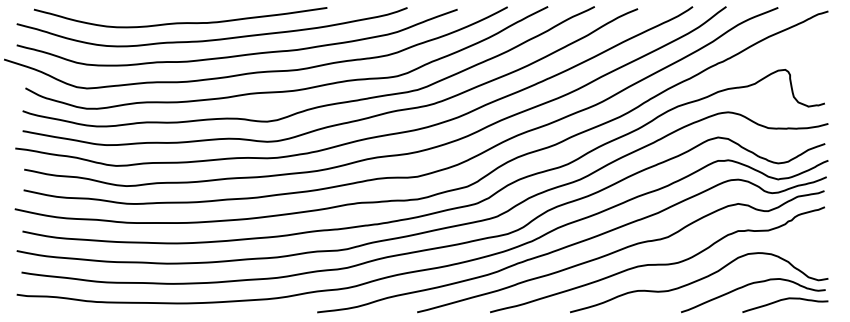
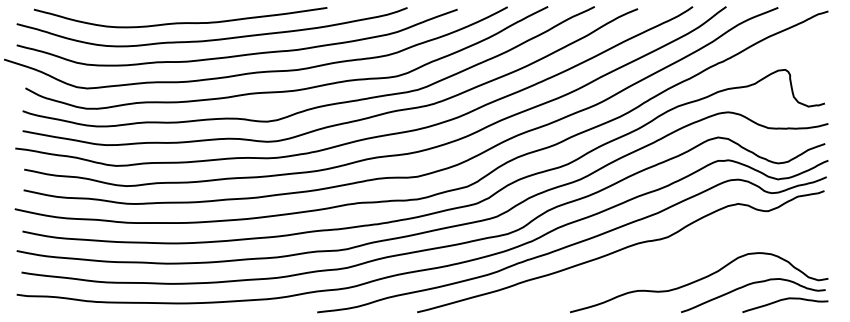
curve at (657, 263): present -> none
